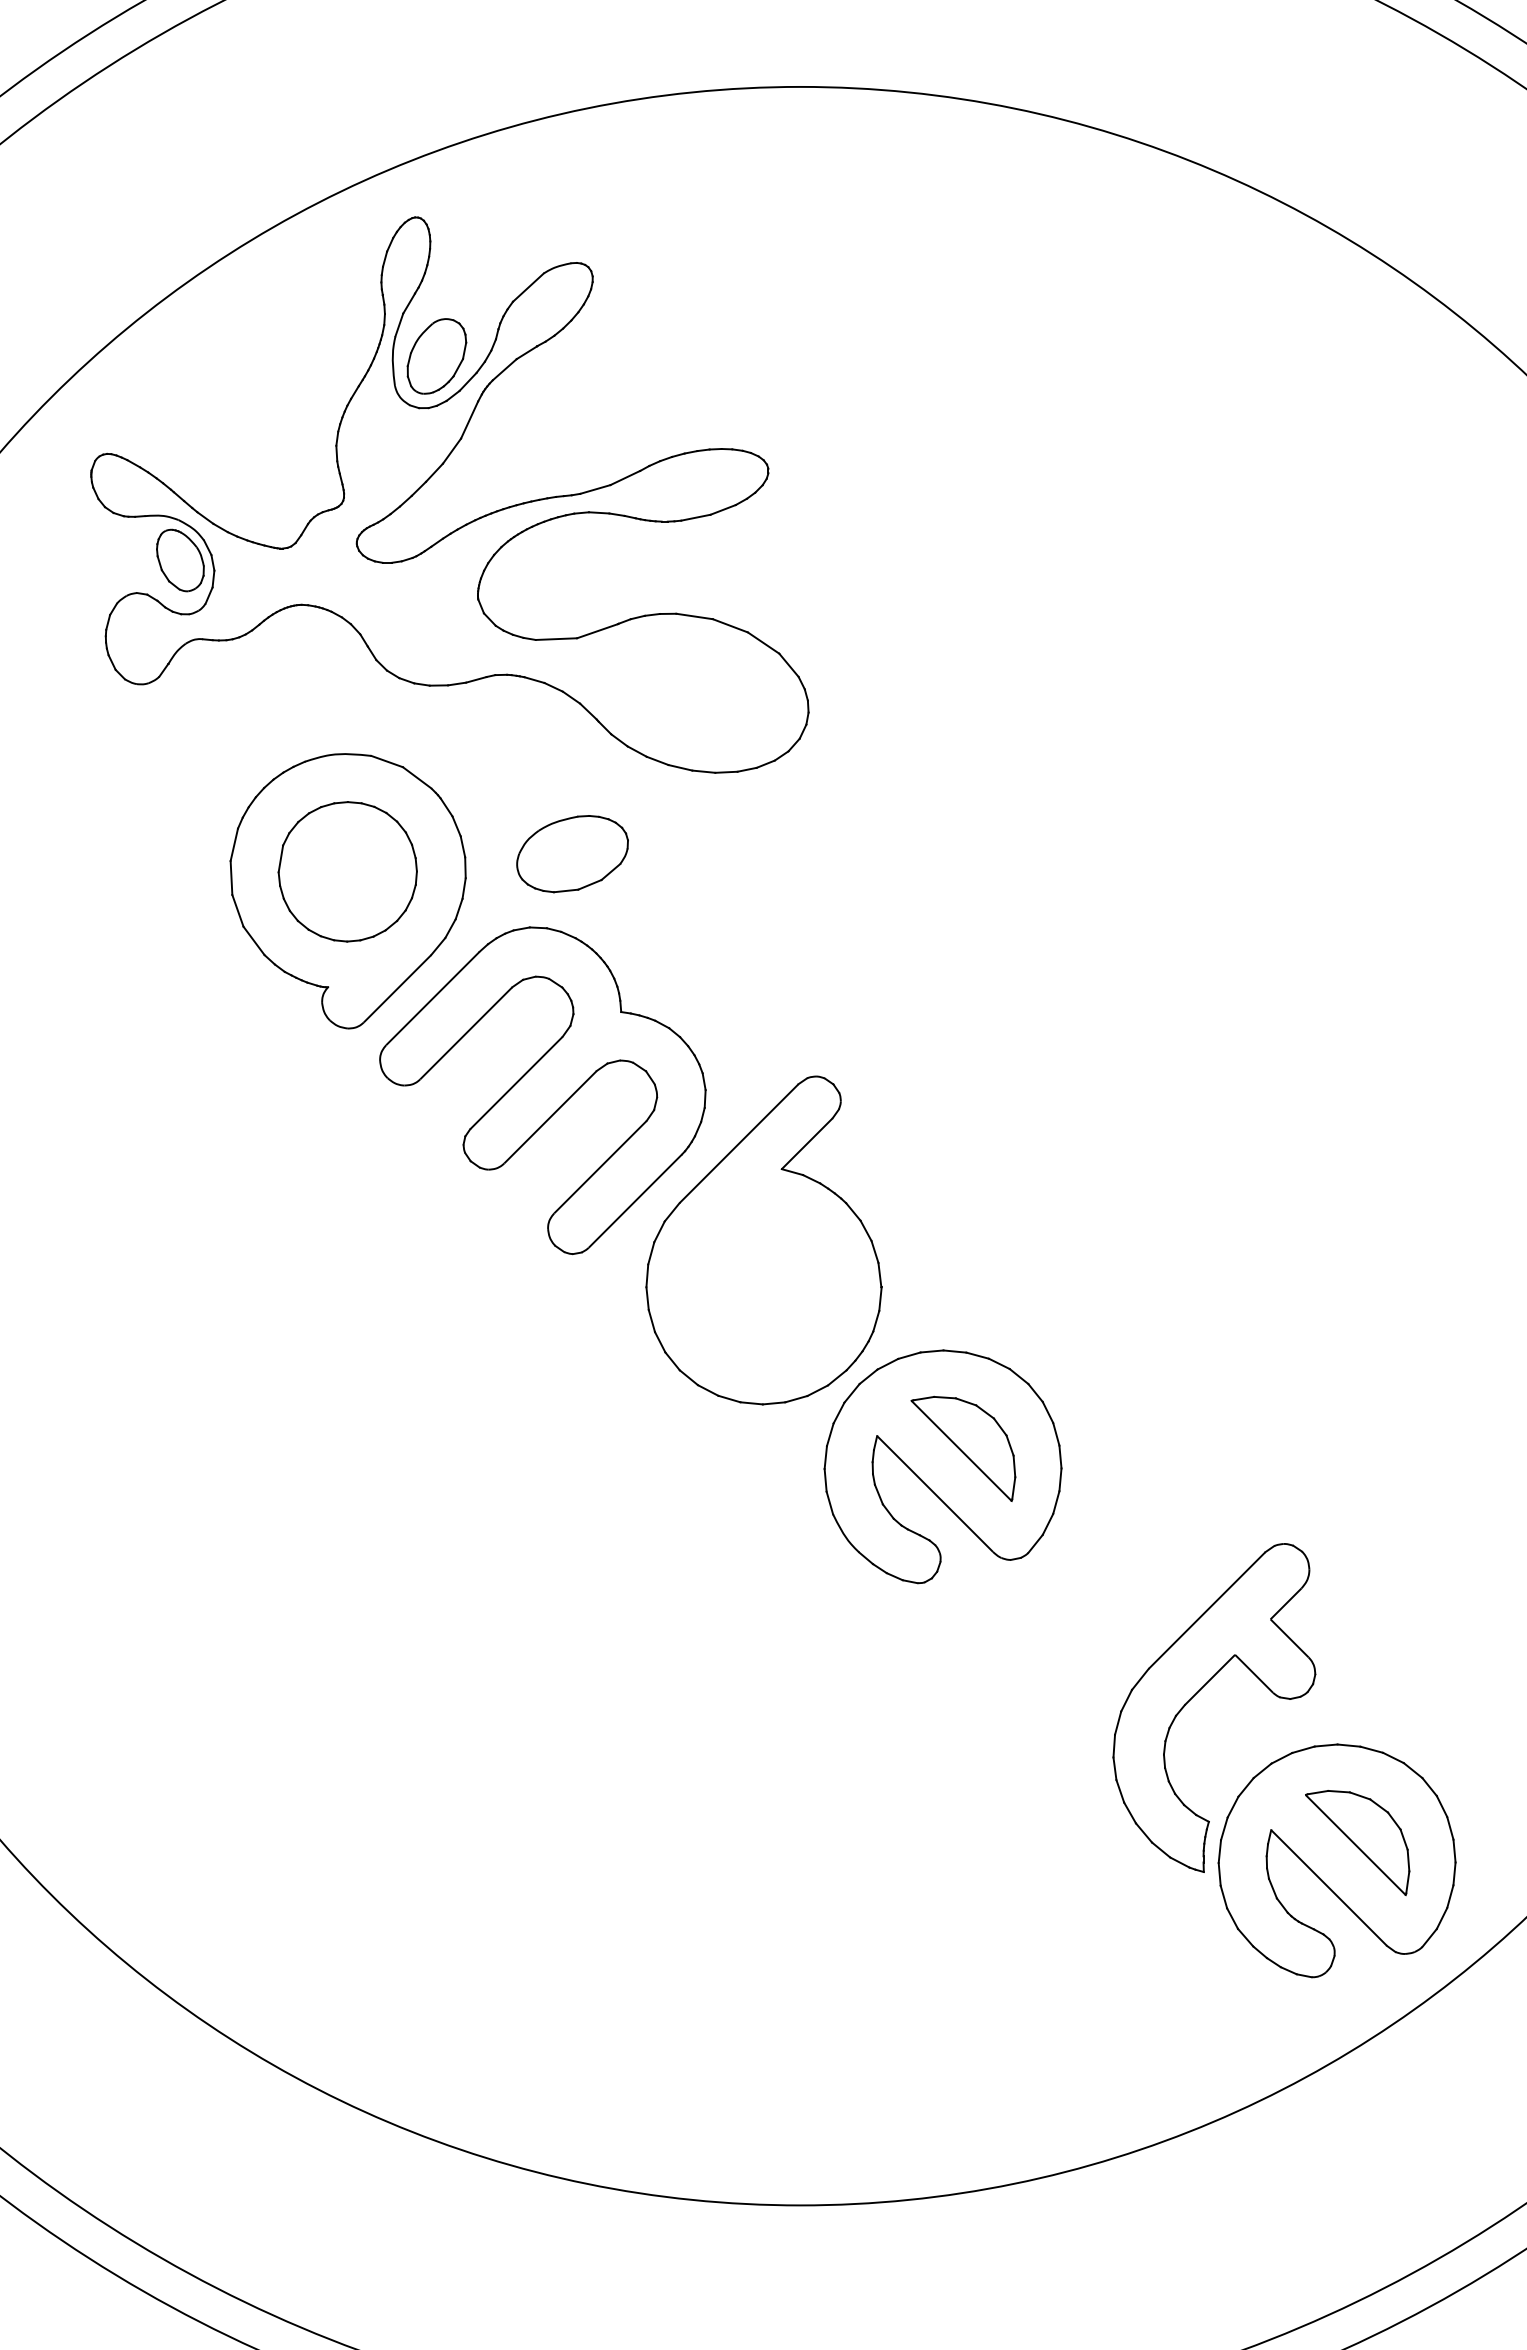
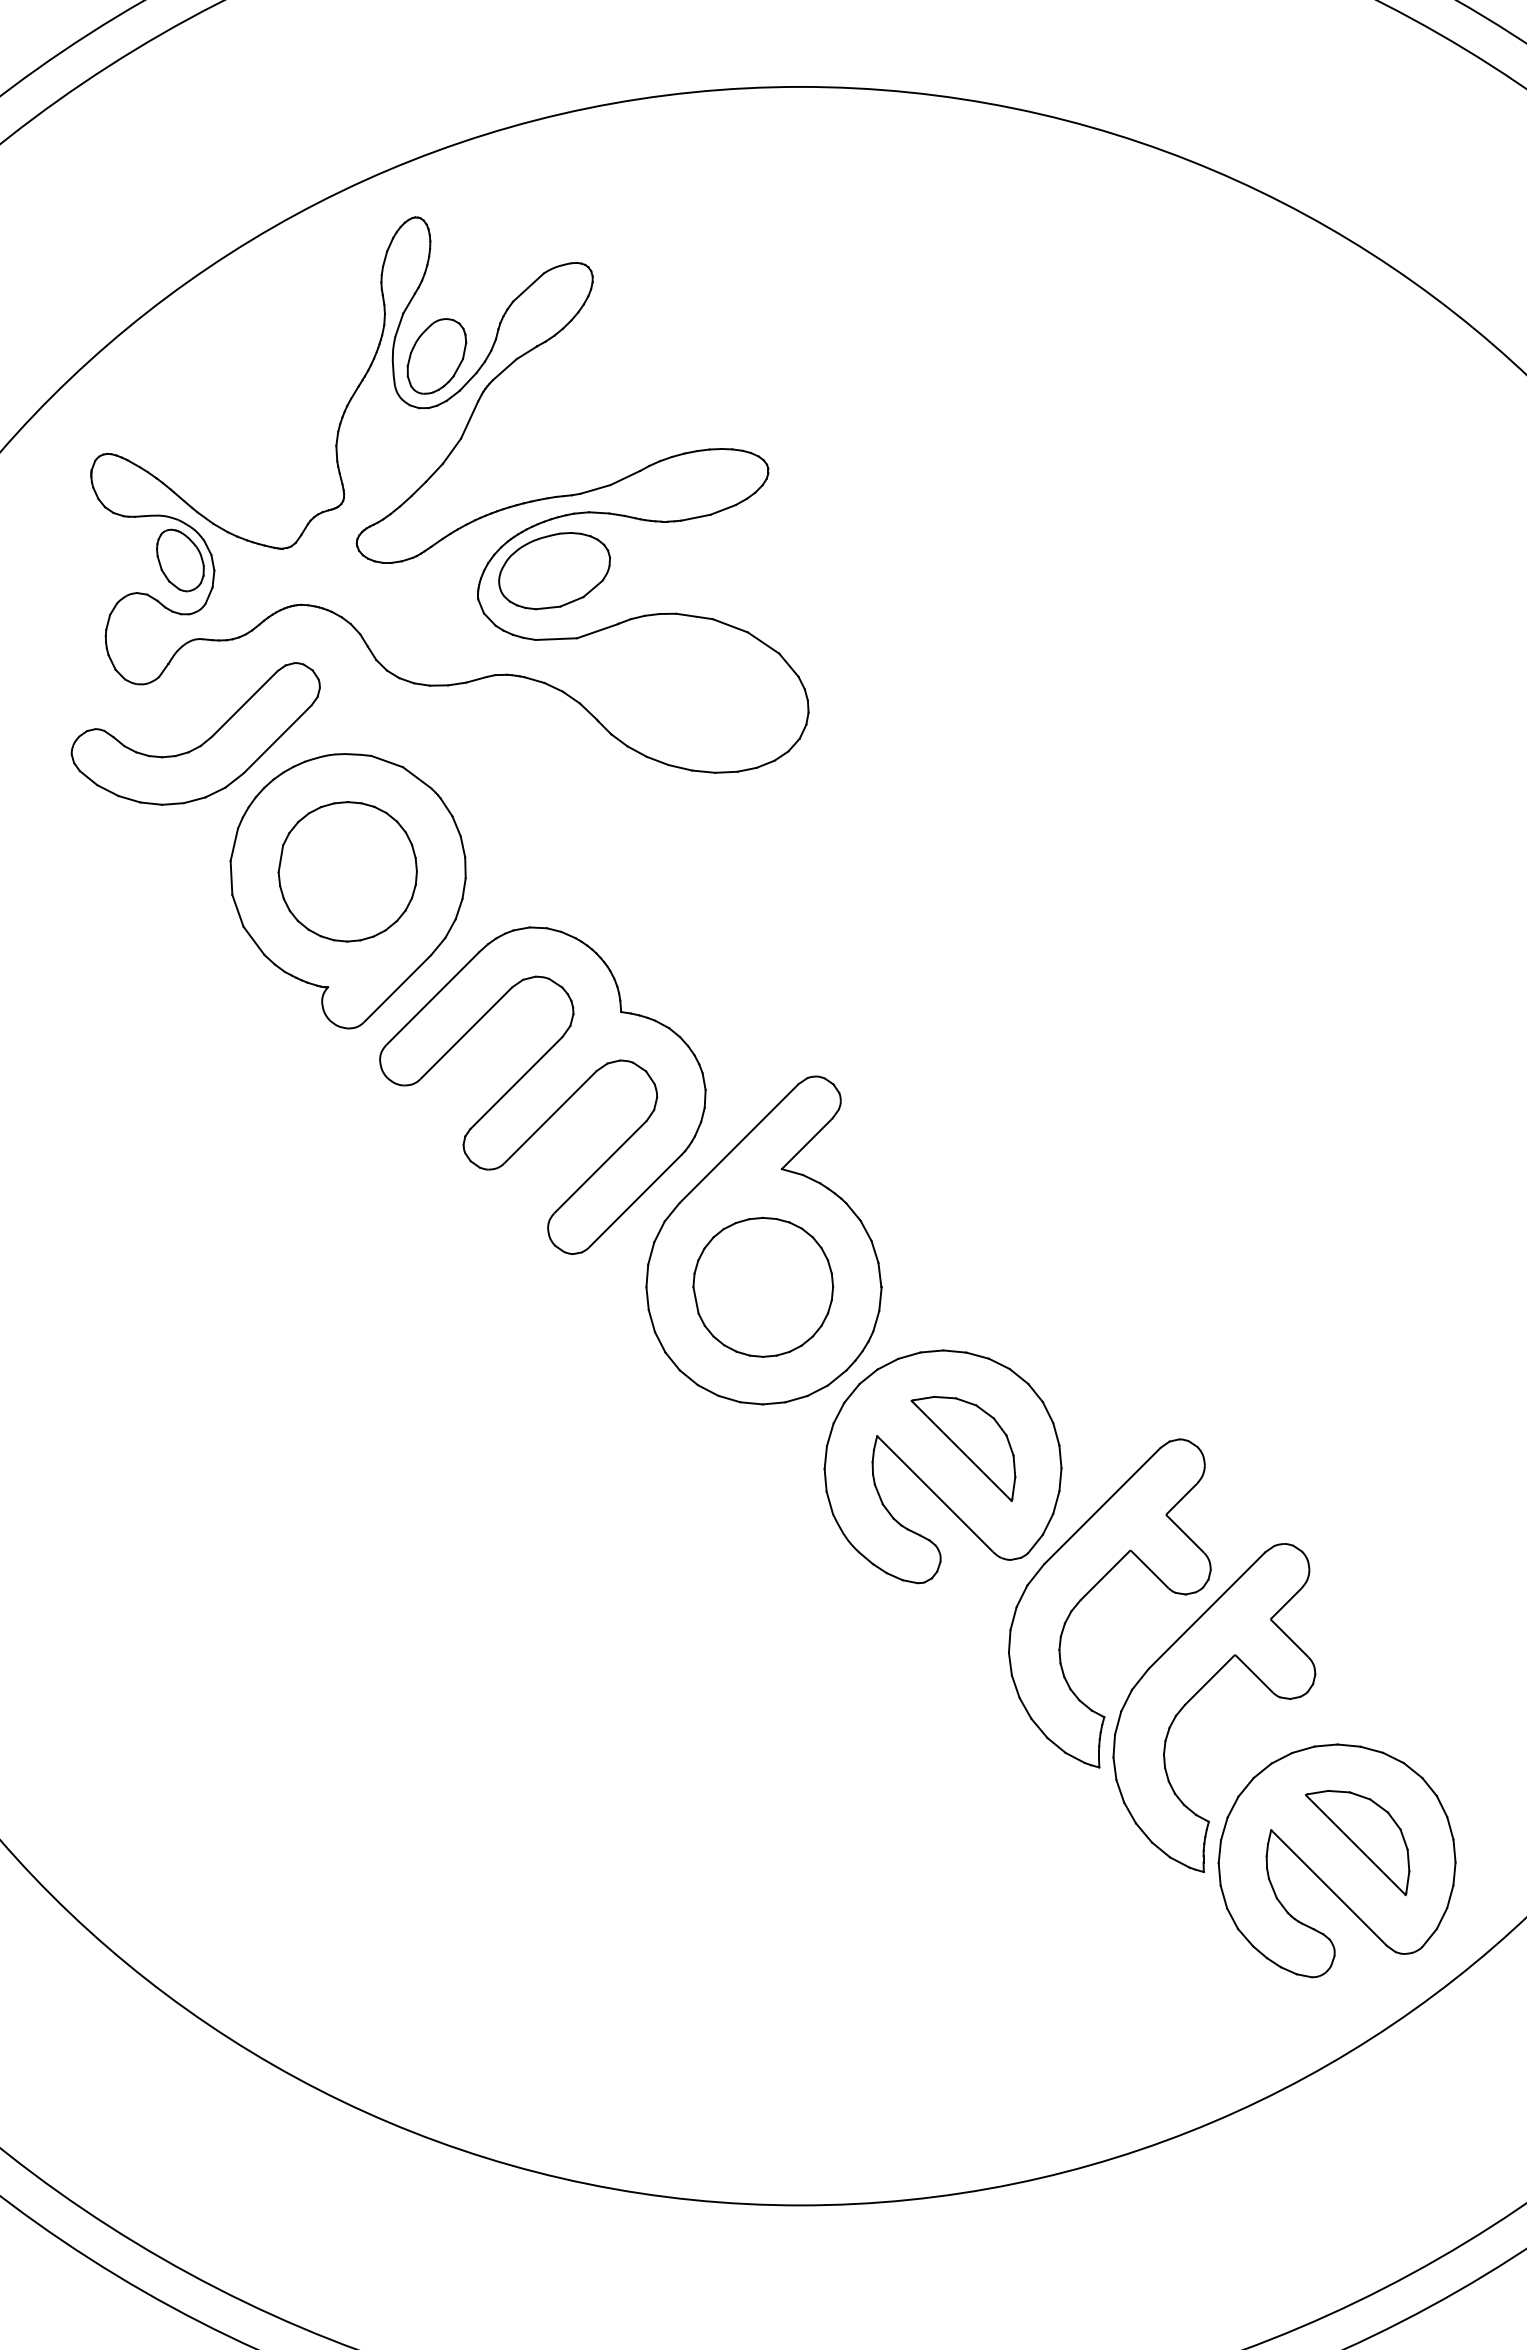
part at (204, 741): none -> present
part at (572, 854) position: (572, 854) -> (554, 571)
part at (763, 1286): none -> present
part at (1094, 1587): none -> present
